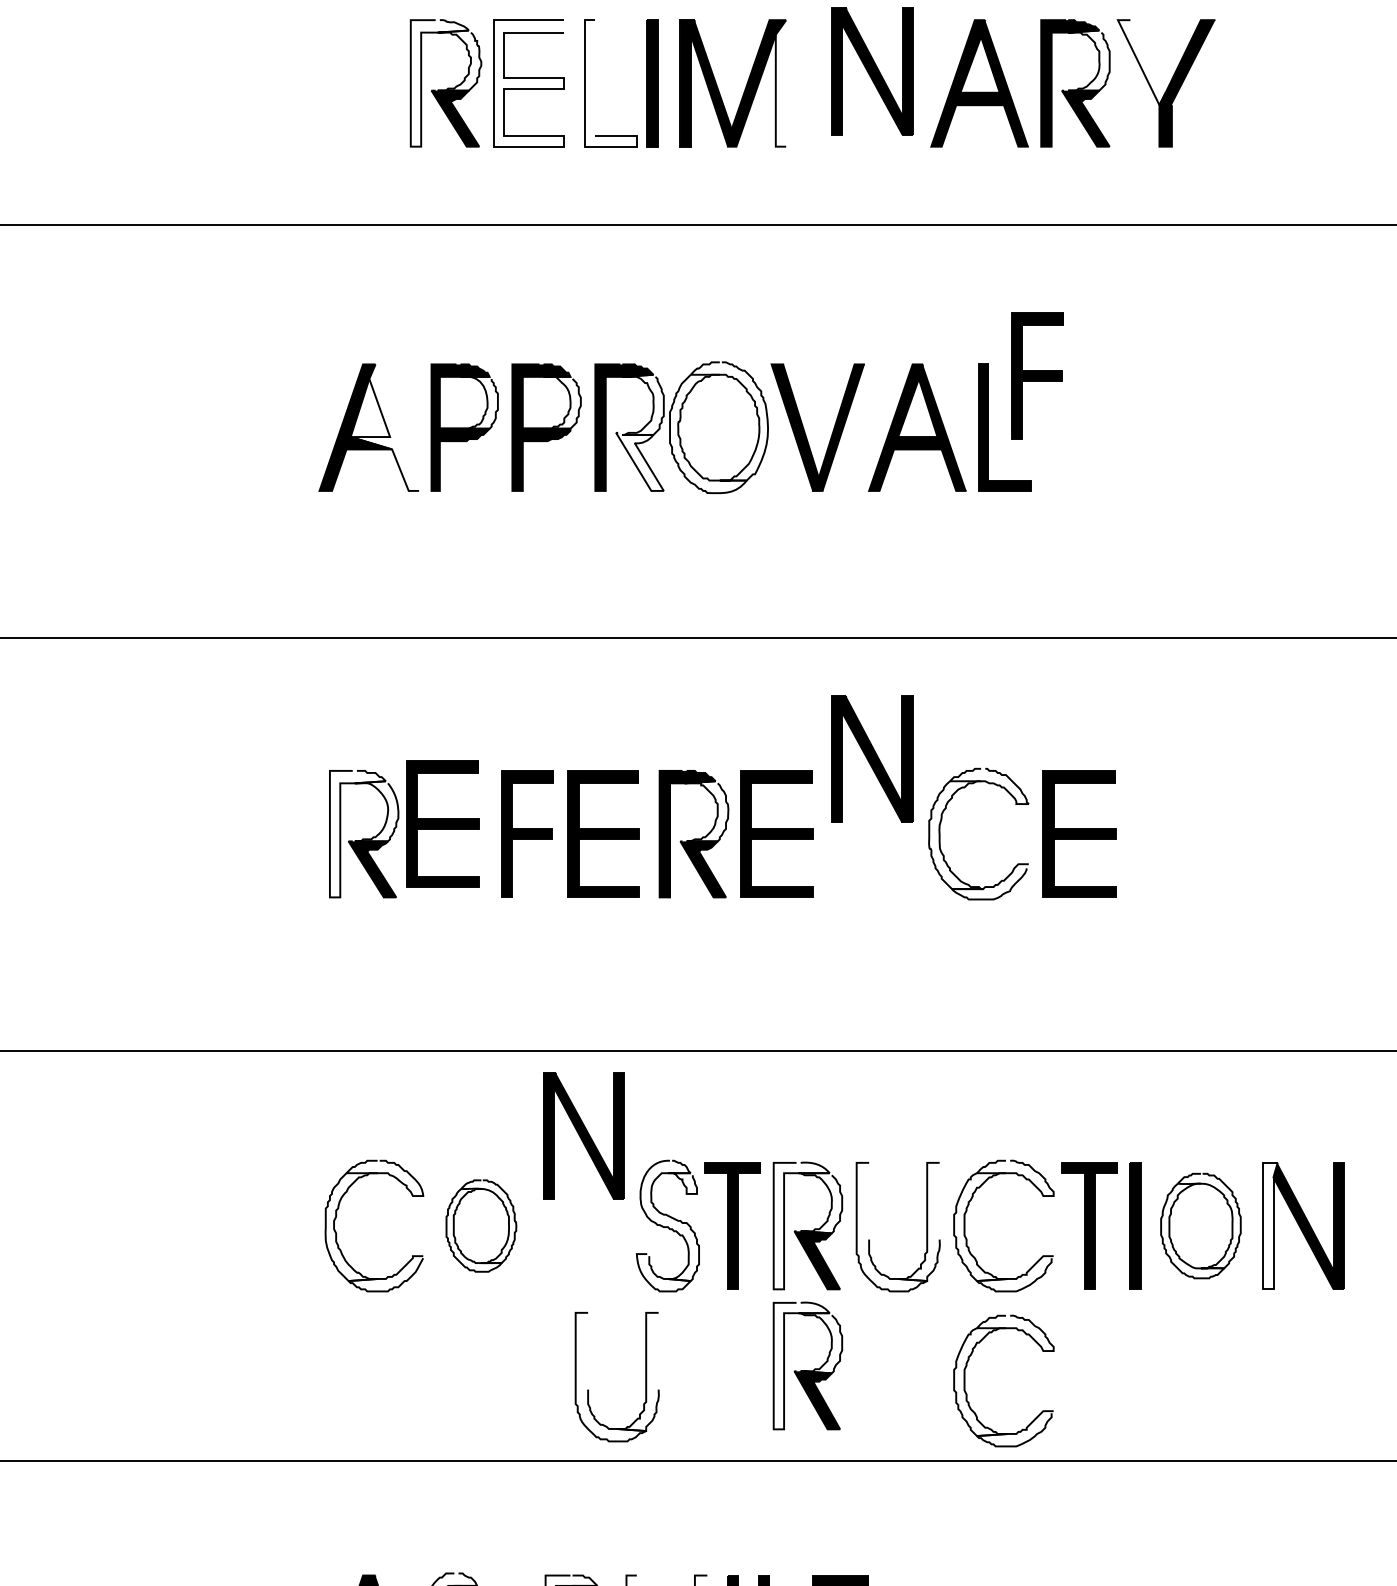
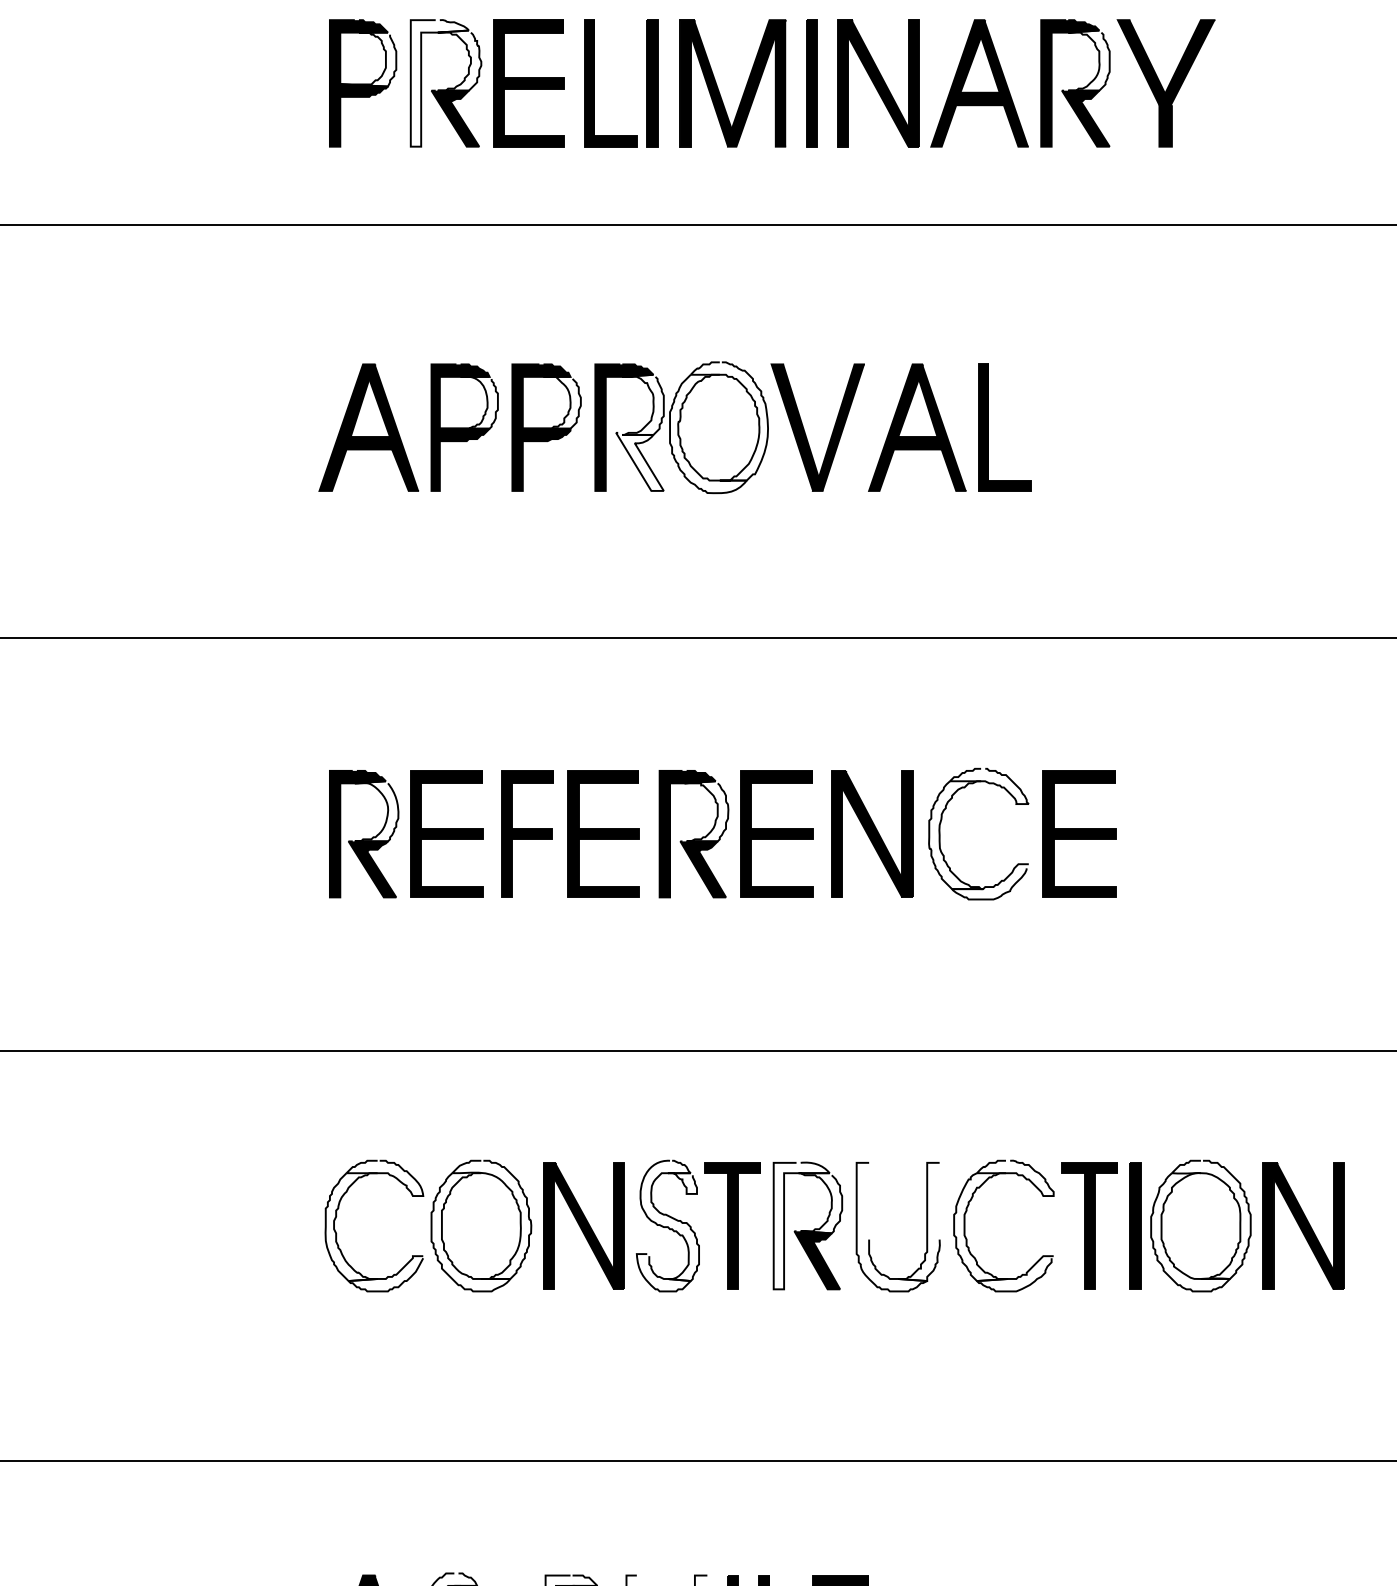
fill at (1141, 62): none -> present
part at (872, 71) position: (872, 71) -> (878, 83)
part at (363, 83): none -> present
fill at (528, 83): none -> present
fill at (610, 83): none -> present
fill at (780, 83): none -> present
part at (811, 83): none -> present
part at (1037, 375): present -> none
fill at (384, 427): none -> present
part at (872, 758) position: (872, 758) -> (872, 833)
part at (442, 823) position: (442, 823) -> (446, 833)
fill at (357, 833): none -> present
part at (583, 1135) position: (583, 1135) -> (583, 1225)
part at (481, 1225) size: 73x94 px -> 103x134 px
part at (1200, 1225) size: 82x108 px -> 102x134 px
fill at (1270, 1225): none -> present
part at (807, 1365): present -> none
part at (645, 1377): present -> none
part at (965, 1380): present -> none
